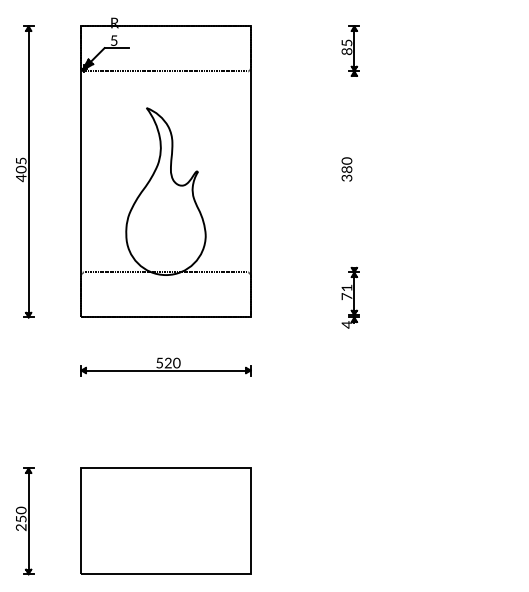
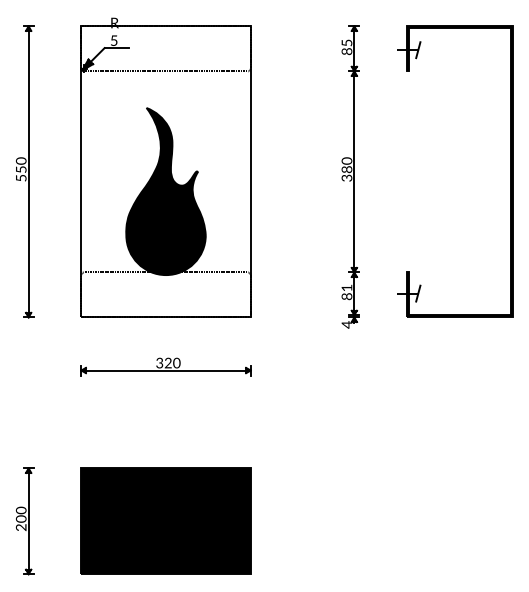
text at (21, 169): 405 -> 550
line at (354, 171): none -> present
part at (510, 171): none -> present
fill at (165, 191): none -> present
text at (346, 296): 71 -> 81
text at (159, 362): 520 -> 320
text at (21, 518): 250 -> 200
fill at (165, 521): none -> present
